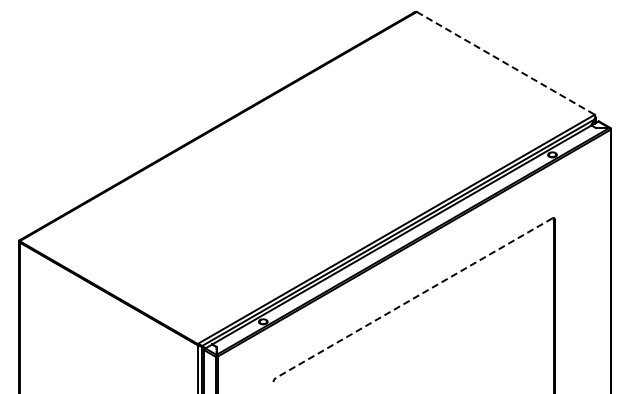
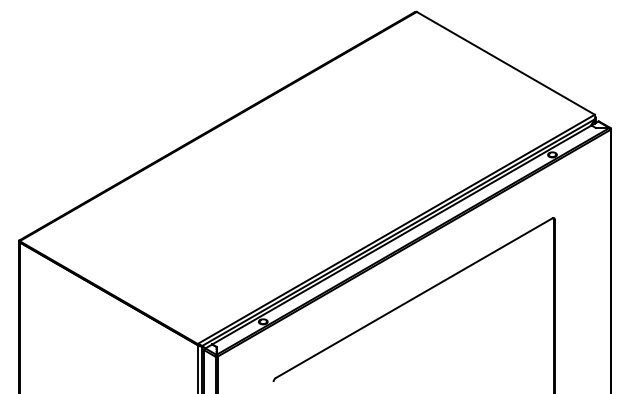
line at (505, 63): dashed -> solid
line at (414, 298): dashed -> solid
